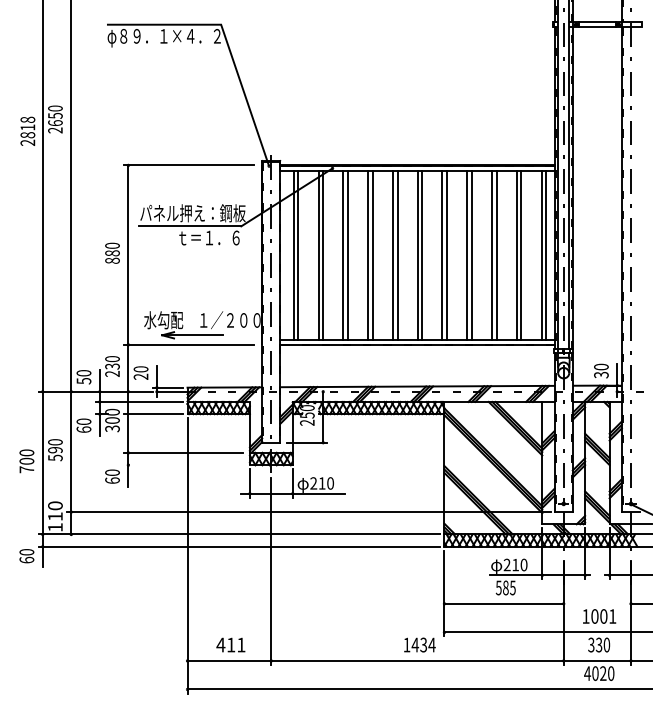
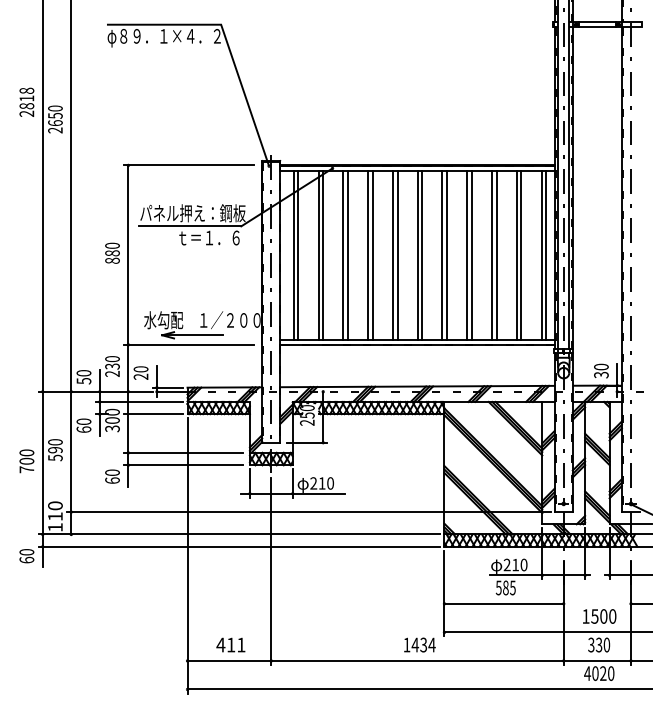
text at (27, 130) position: (27, 130) -> (26, 101)
line at (183, 465): none -> present
text at (603, 616): 1001 -> 1500
